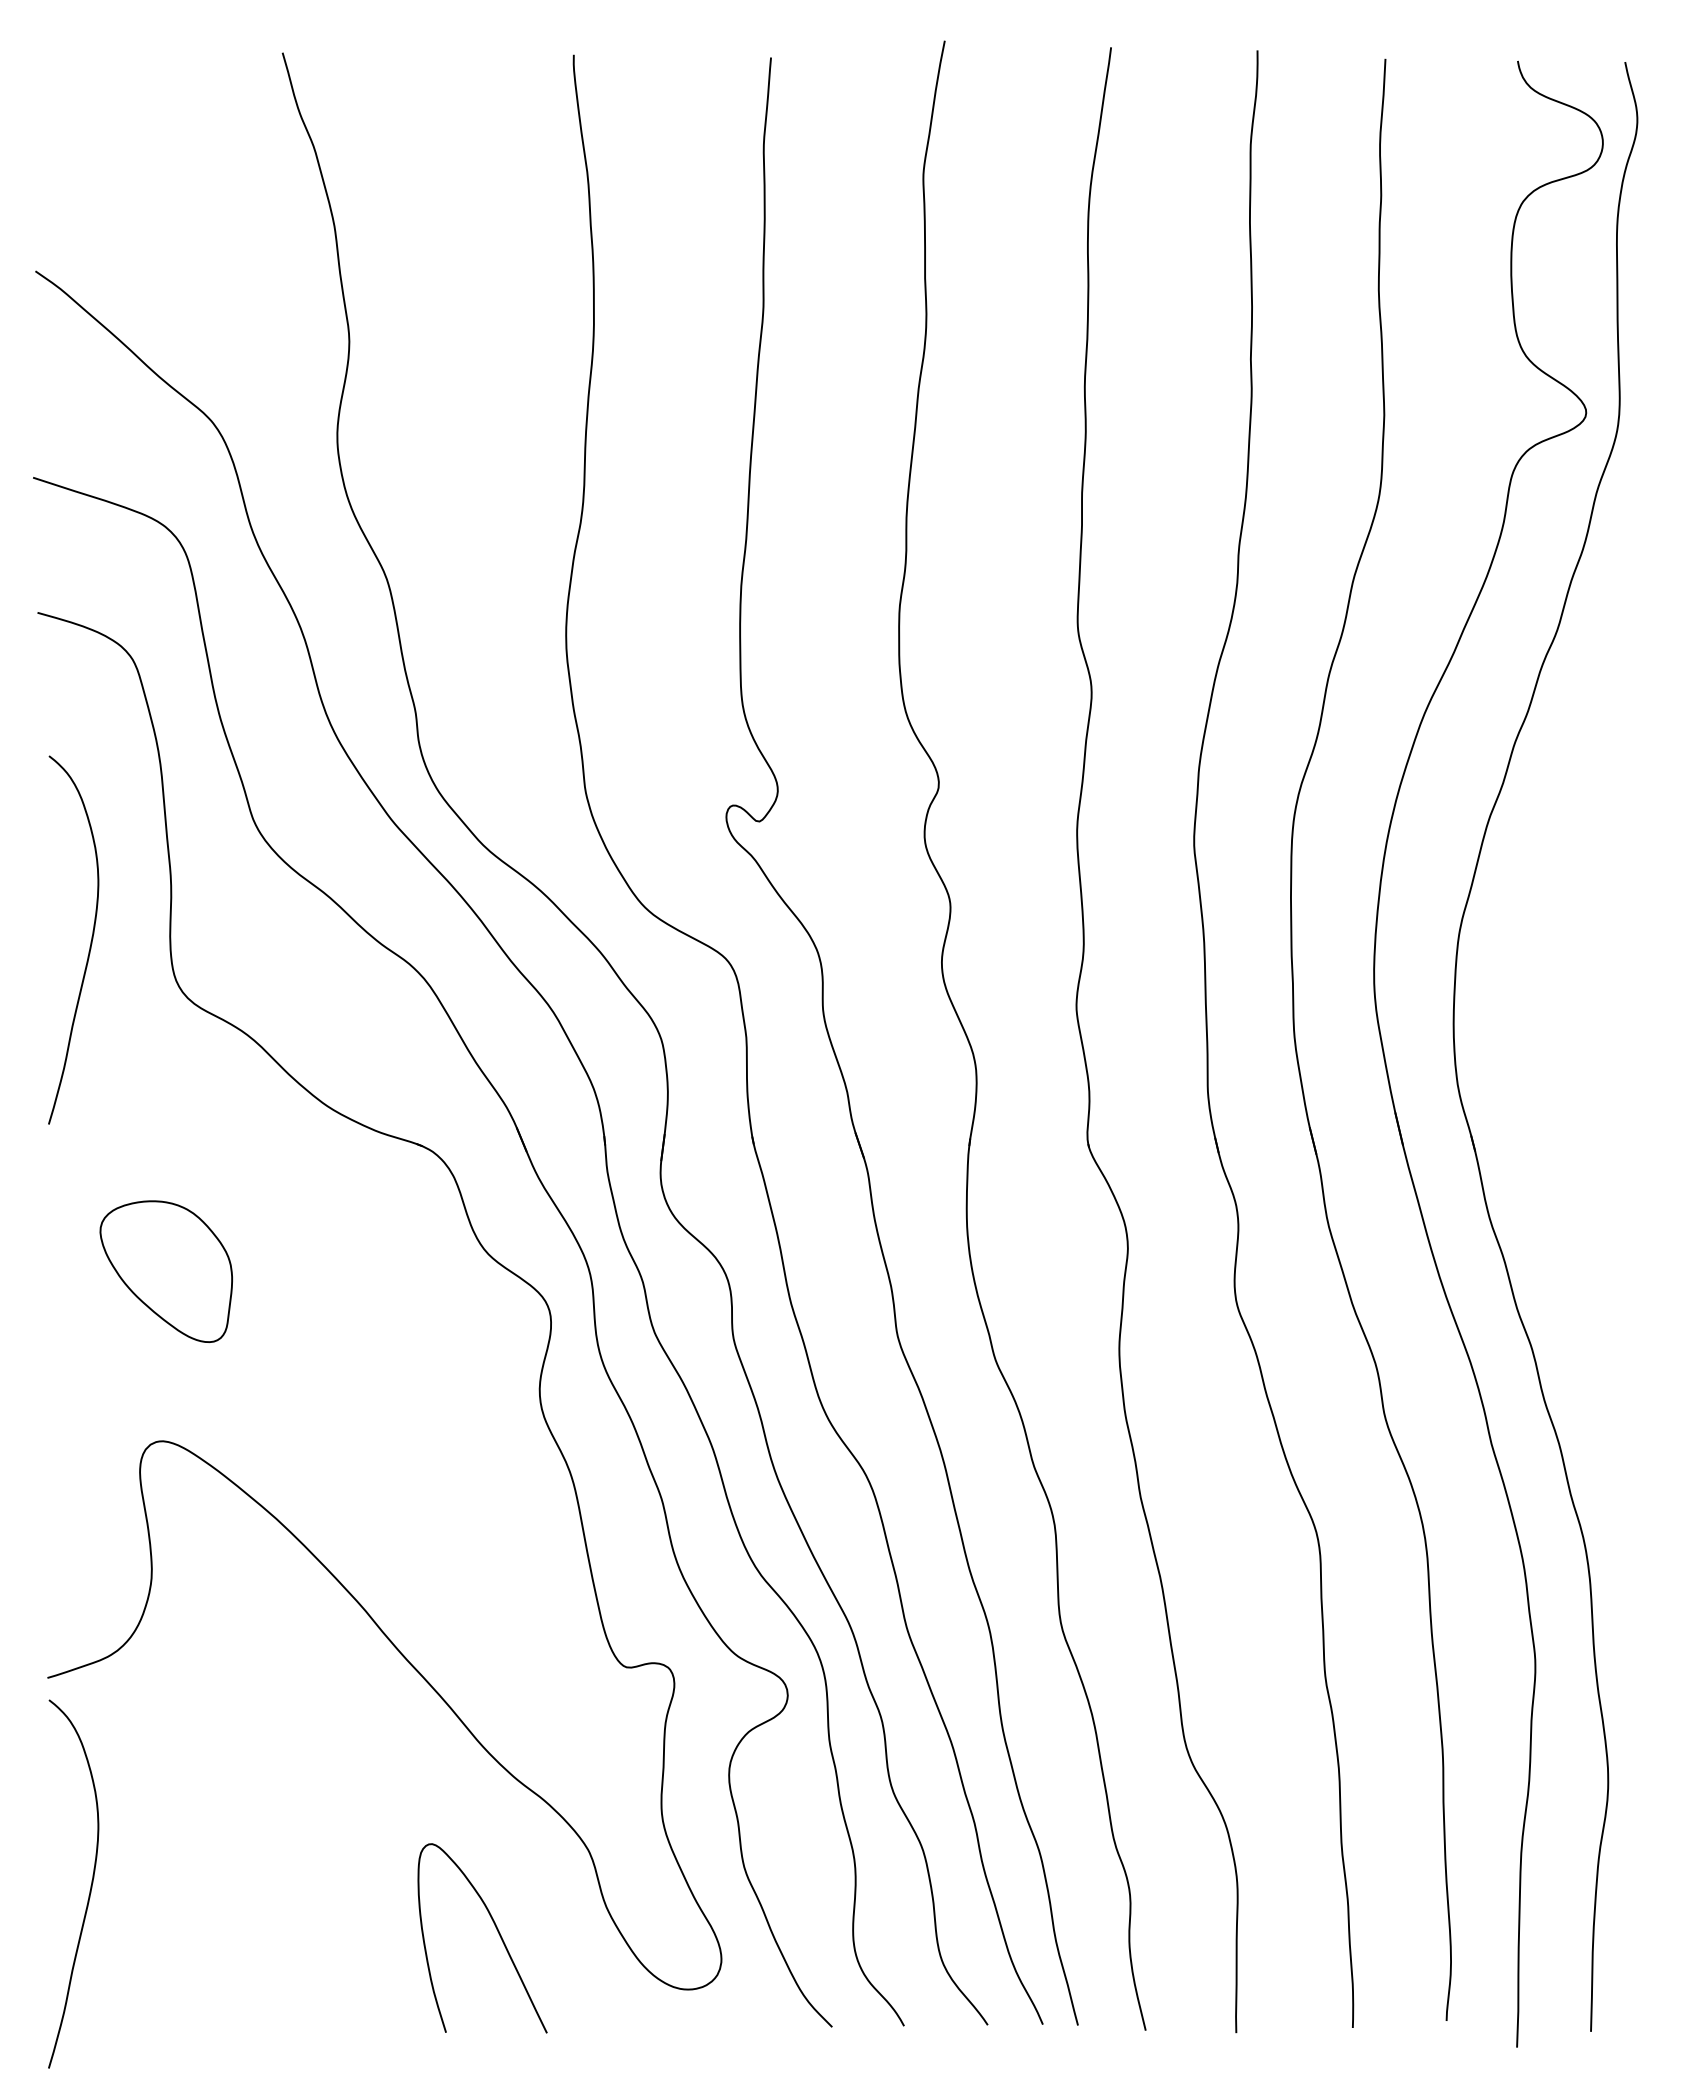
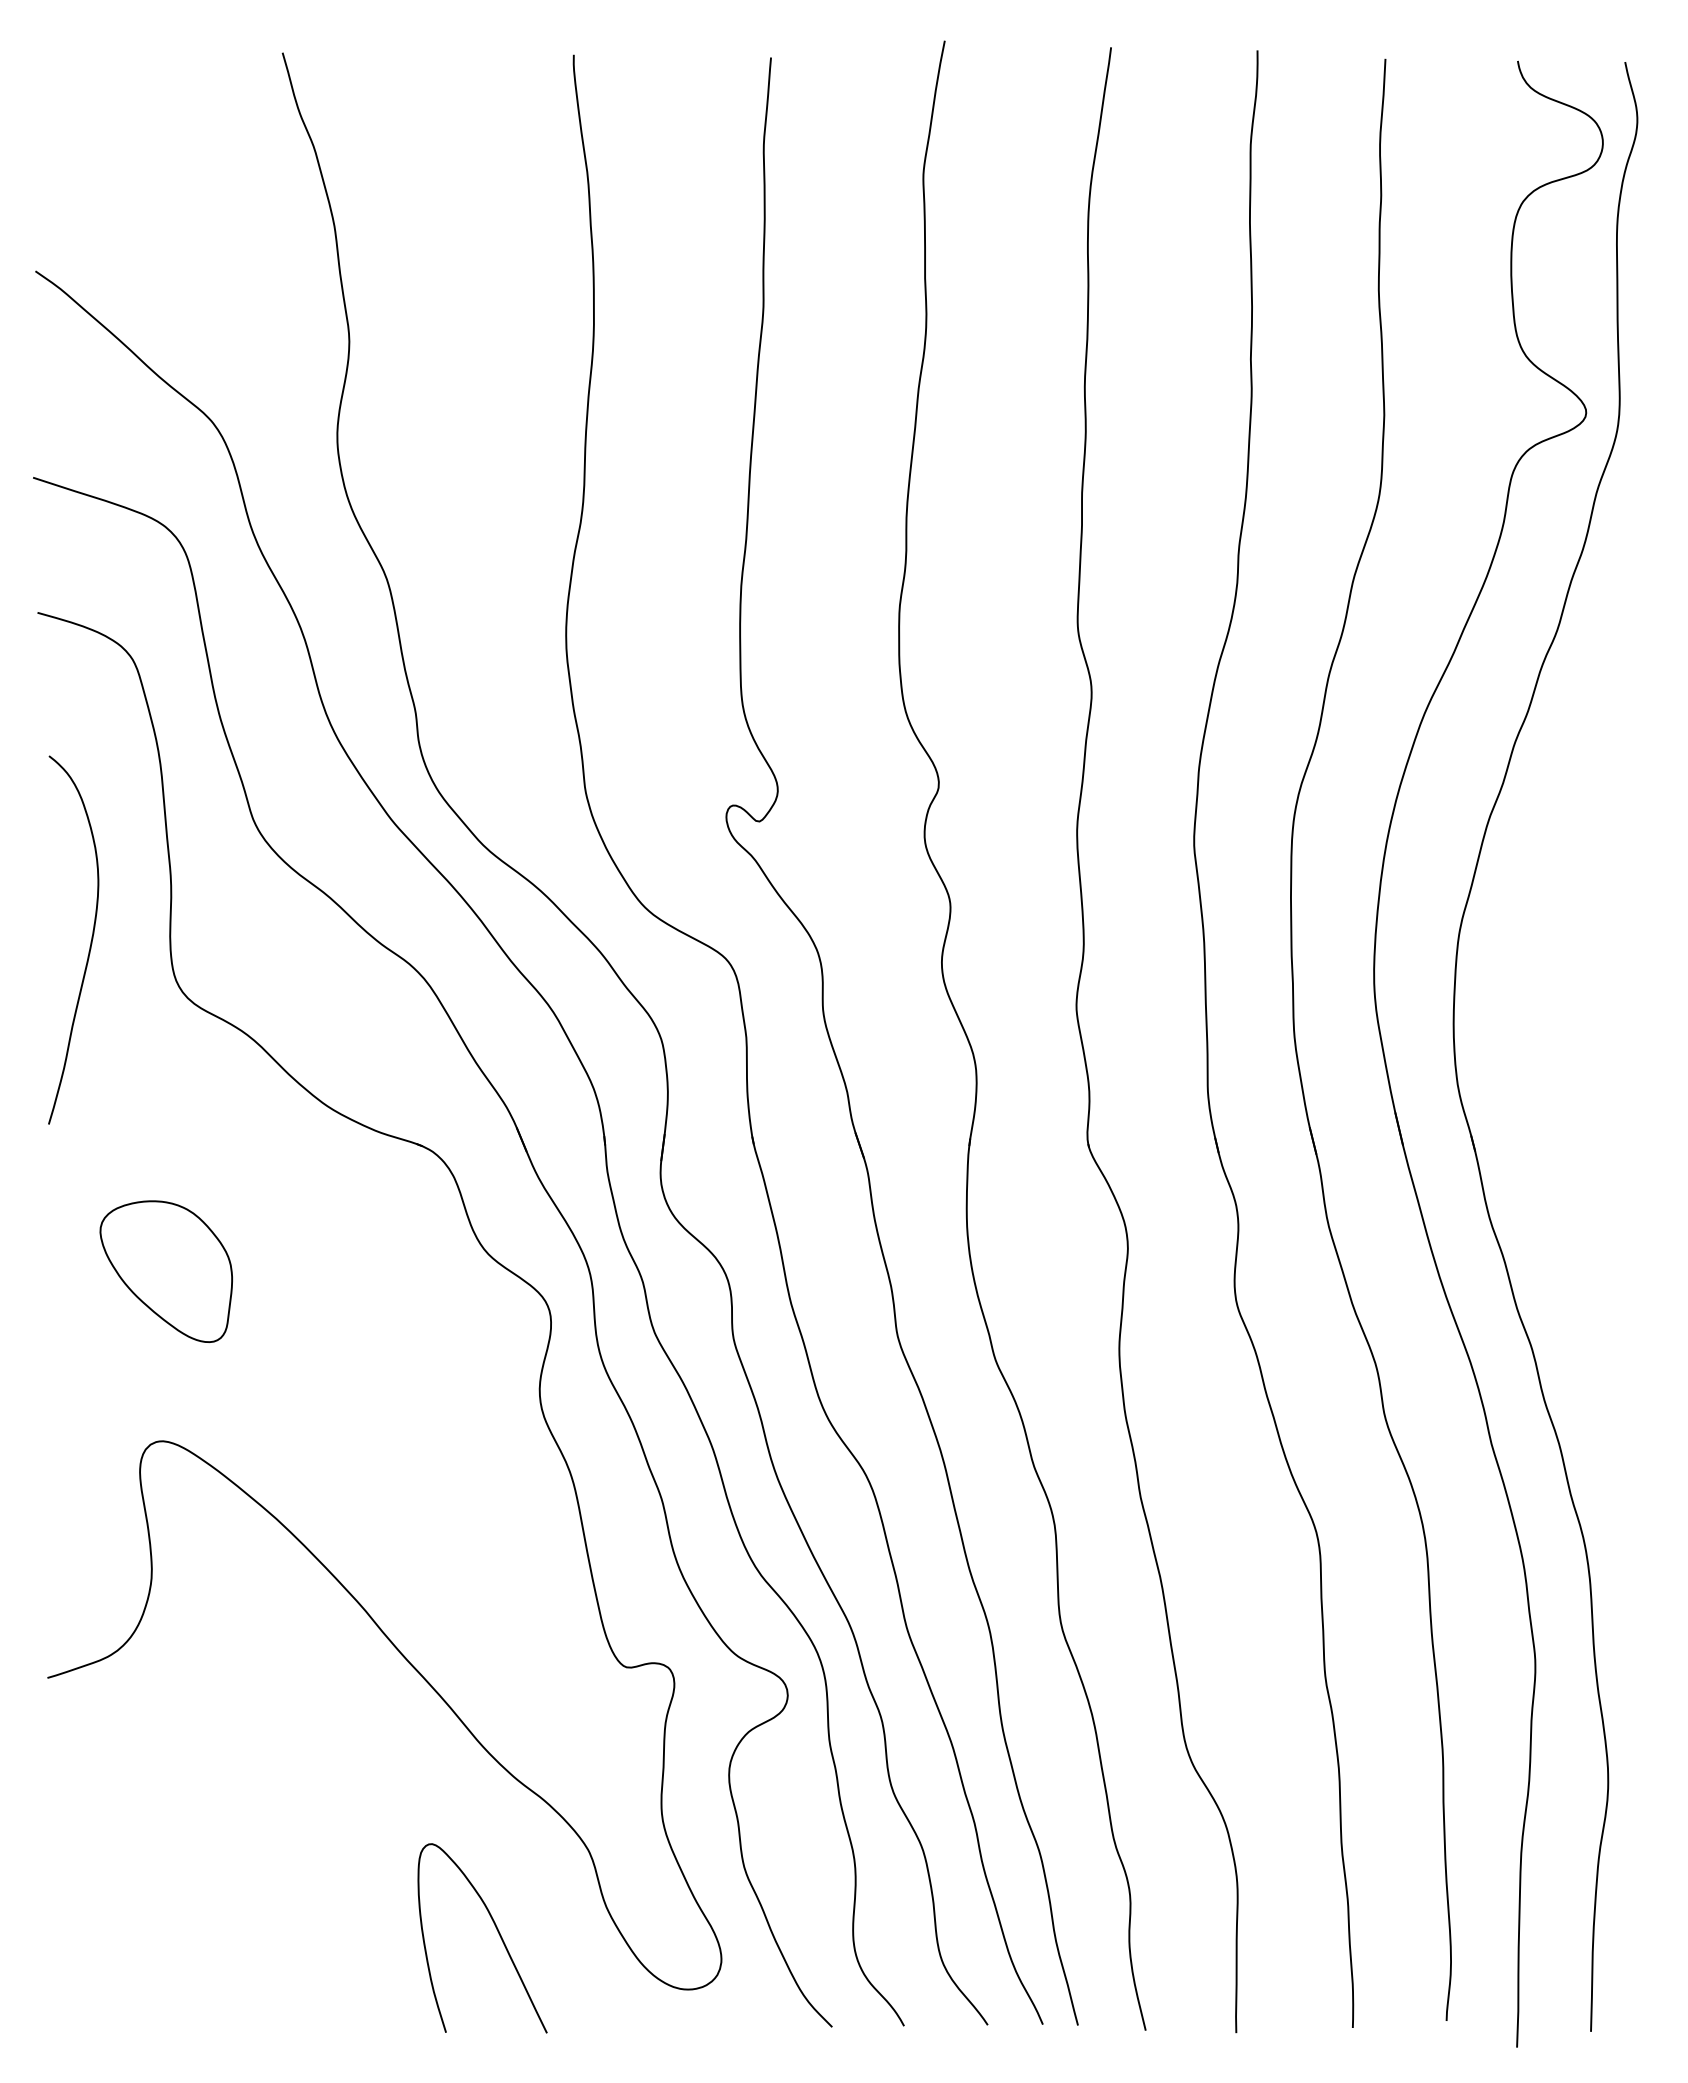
curve at (90, 1885): present -> none
